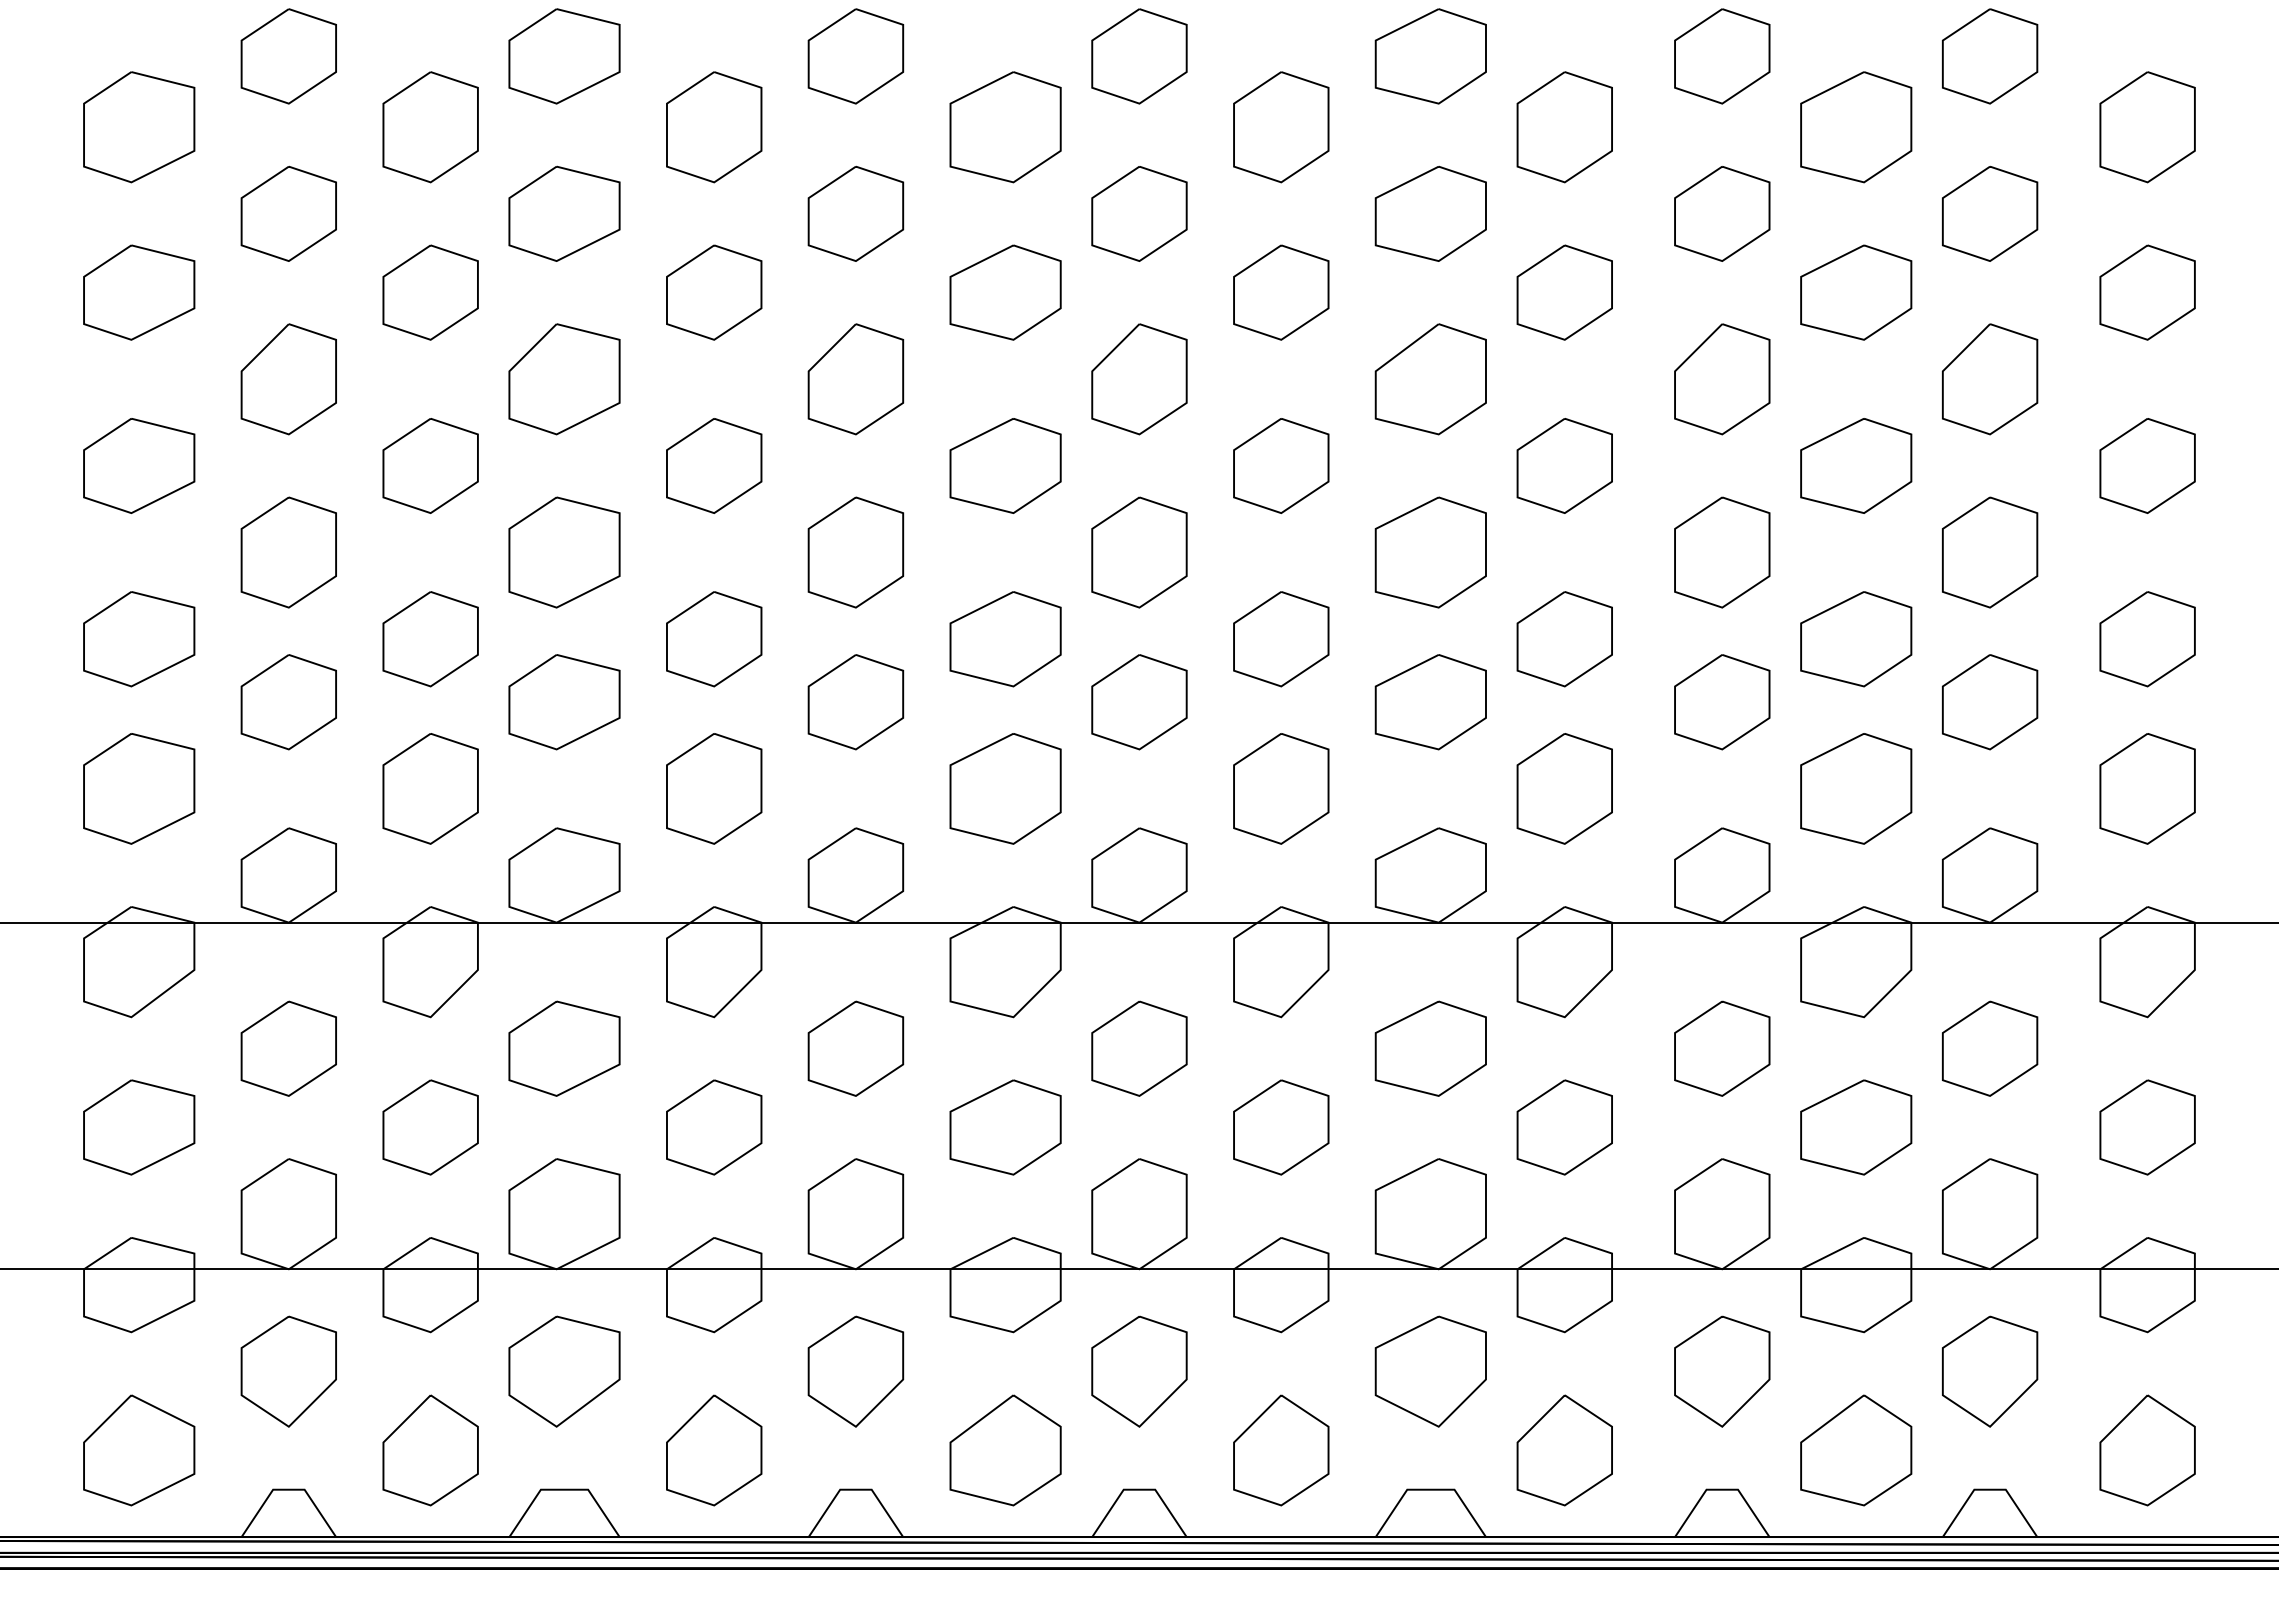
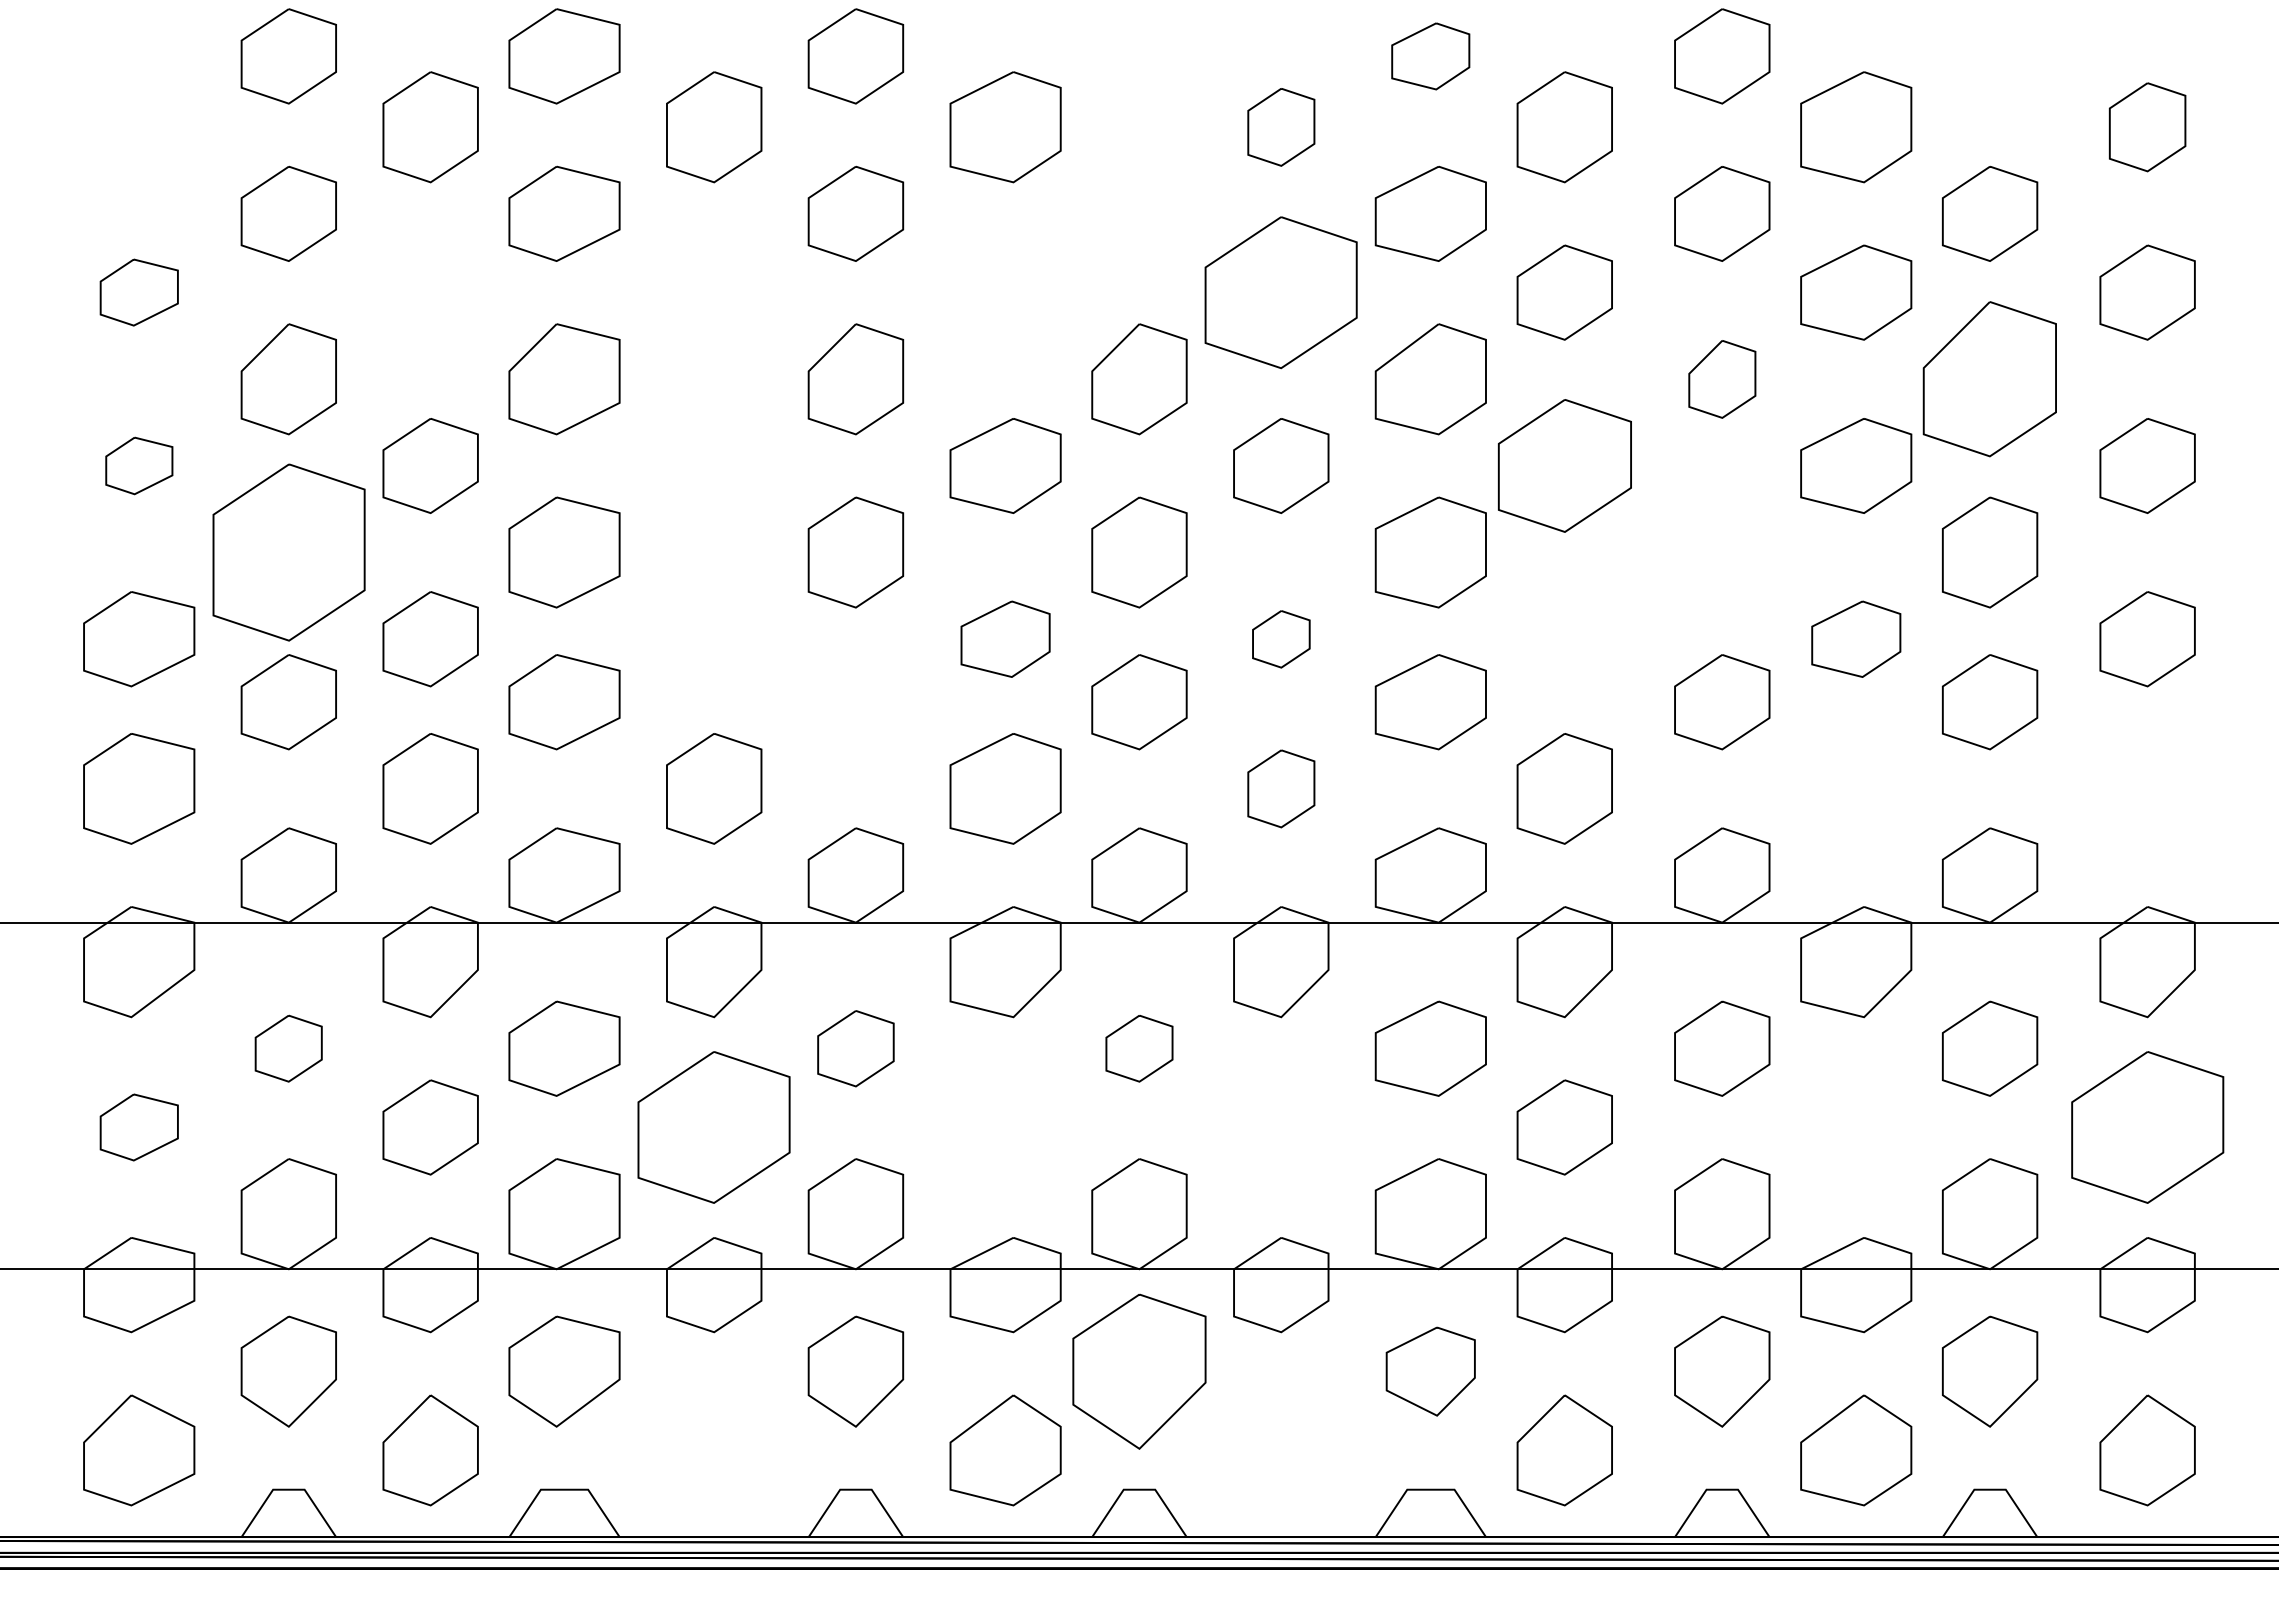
part at (1139, 56): present -> none
part at (1430, 56) size: 113x97 px -> 80x69 px
part at (1990, 56): present -> none
part at (139, 127): present -> none
part at (1281, 127) size: 97x113 px -> 69x79 px
part at (2147, 127) size: 97x113 px -> 79x91 px
part at (1139, 213): present -> none
part at (139, 292) size: 113x97 px -> 80x69 px
part at (430, 292): present -> none
part at (714, 292): present -> none
part at (1005, 292): present -> none
part at (1281, 292) size: 97x97 px -> 154x154 px
part at (1722, 379) size: 97x113 px -> 69x79 px
part at (1990, 379) size: 97x113 px -> 135x157 px
part at (139, 465) size: 113x96 px -> 69x60 px
part at (714, 465): present -> none
part at (1564, 465) size: 97x96 px -> 135x134 px
part at (288, 552) size: 97x113 px -> 154x179 px
part at (1722, 552): present -> none
part at (714, 639): present -> none
part at (1005, 639) size: 113x97 px -> 91x78 px
part at (1281, 639) size: 97x97 px -> 59x59 px
part at (1564, 639): present -> none
part at (1856, 639) size: 113x97 px -> 91x78 px
part at (855, 702): present -> none
part at (1281, 788) size: 97x112 px -> 69x80 px
part at (1856, 788): present -> none
part at (2147, 788): present -> none
part at (288, 1048) size: 97x97 px -> 69x69 px
part at (855, 1048) size: 98x97 px -> 78x78 px
part at (1139, 1048) size: 97x97 px -> 69x68 px
part at (139, 1127) size: 113x97 px -> 80x69 px
part at (714, 1127) size: 97x97 px -> 154x153 px
part at (1005, 1127): present -> none
part at (1281, 1127): present -> none
part at (1856, 1127): present -> none
part at (2147, 1127) size: 97x97 px -> 154x153 px
part at (1139, 1371) size: 97x113 px -> 135x157 px
part at (1430, 1371) size: 113x113 px -> 91x91 px
part at (714, 1450): present -> none
part at (1281, 1450): present -> none
